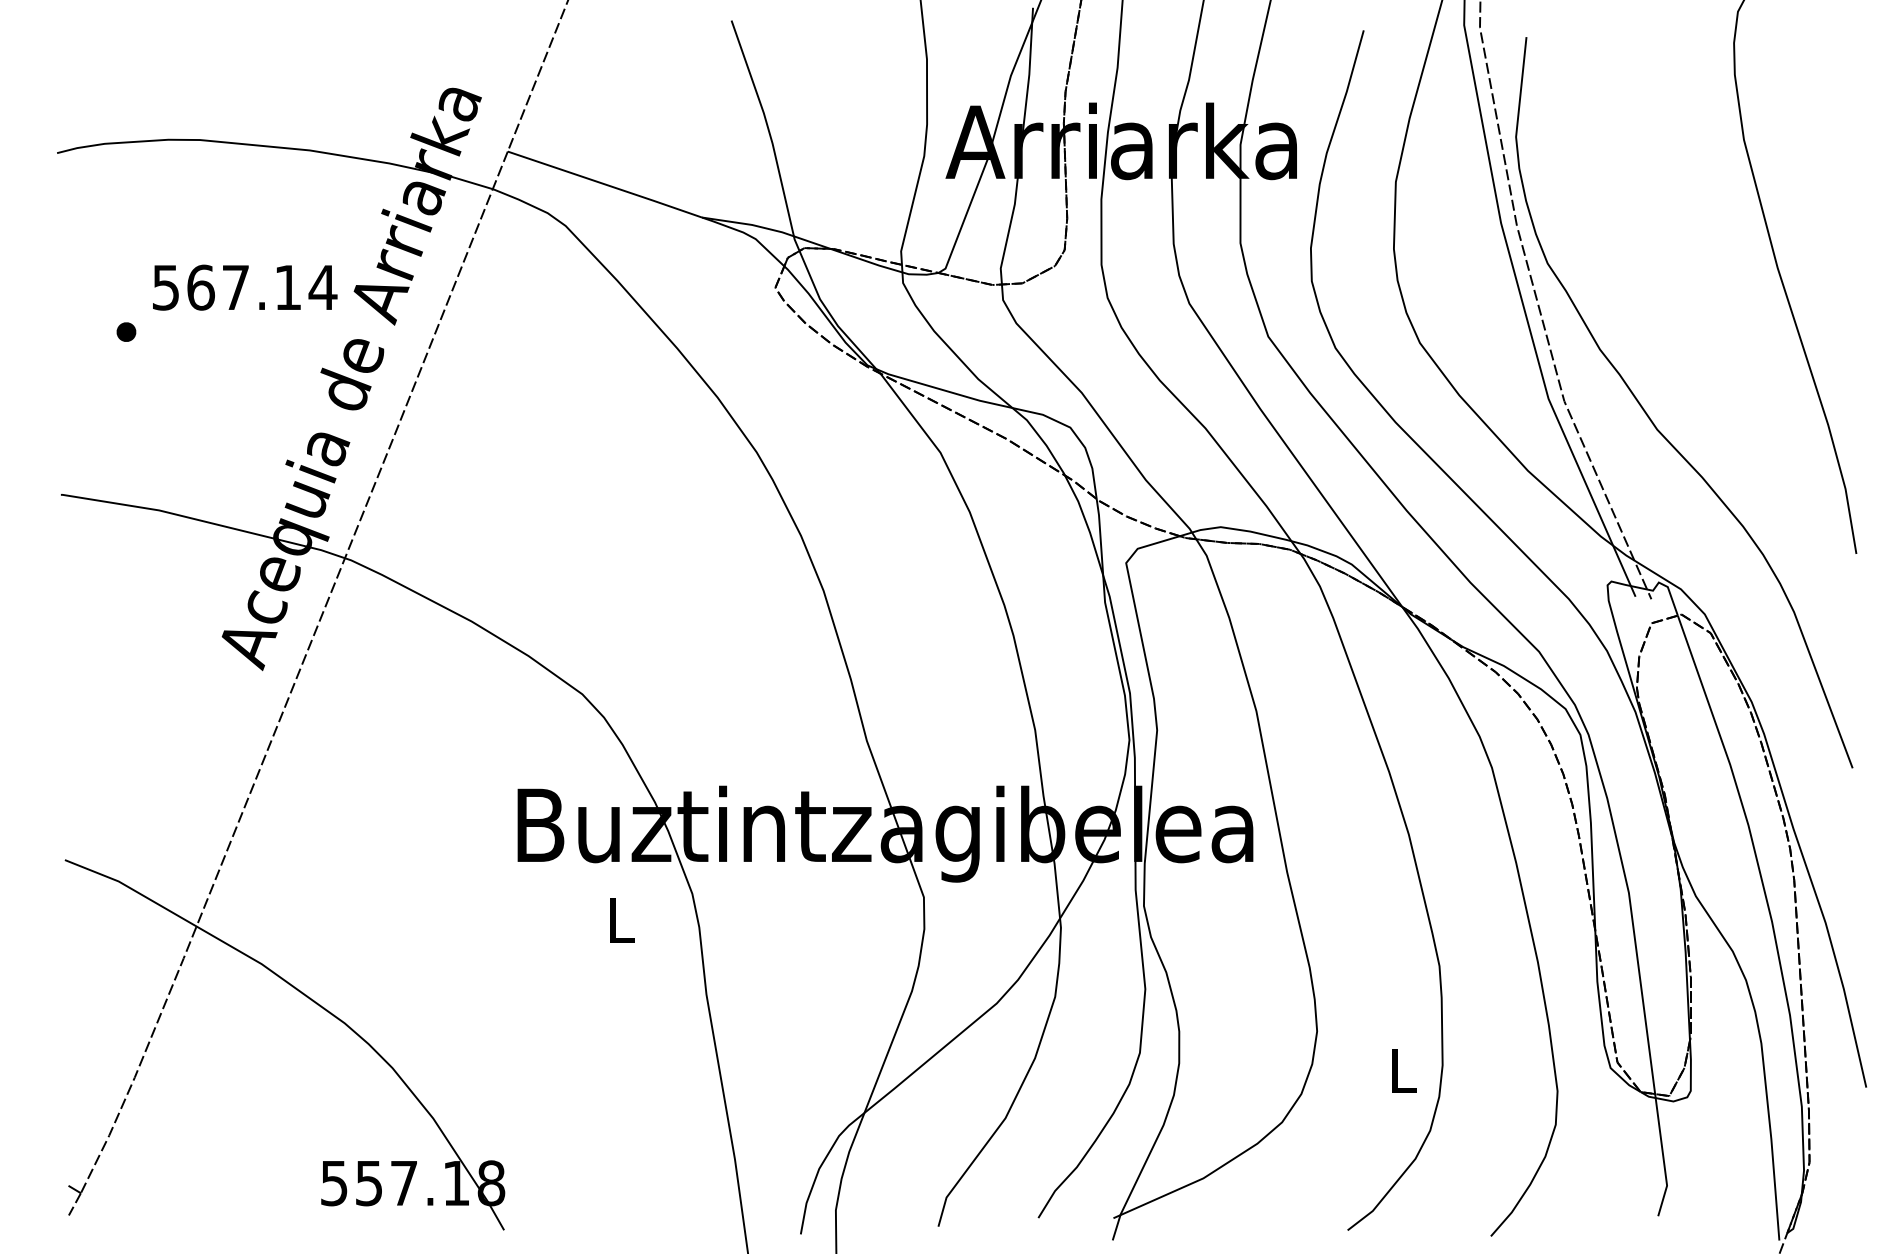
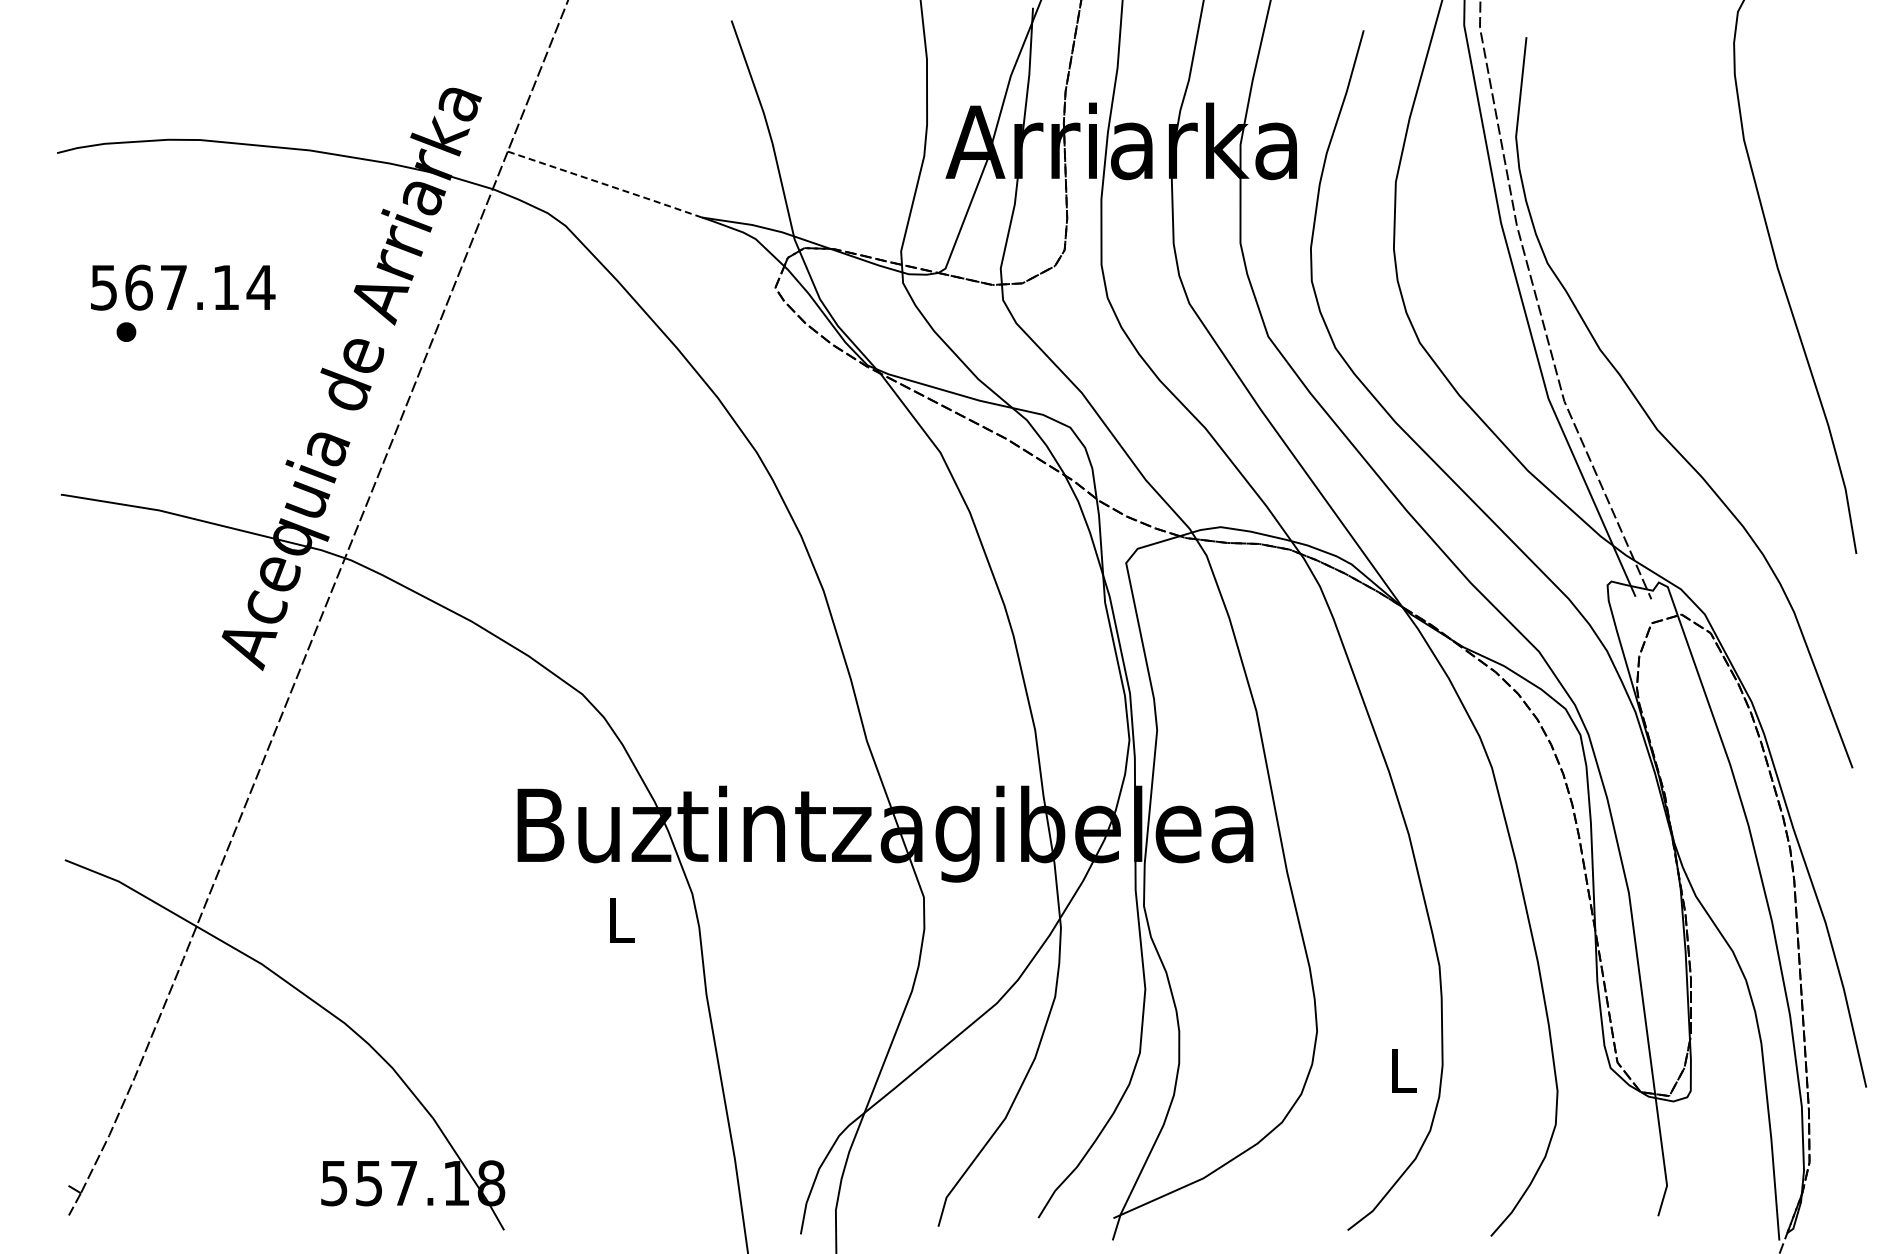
line at (605, 184): solid -> dashed
text at (245, 287) position: (245, 287) -> (183, 287)
